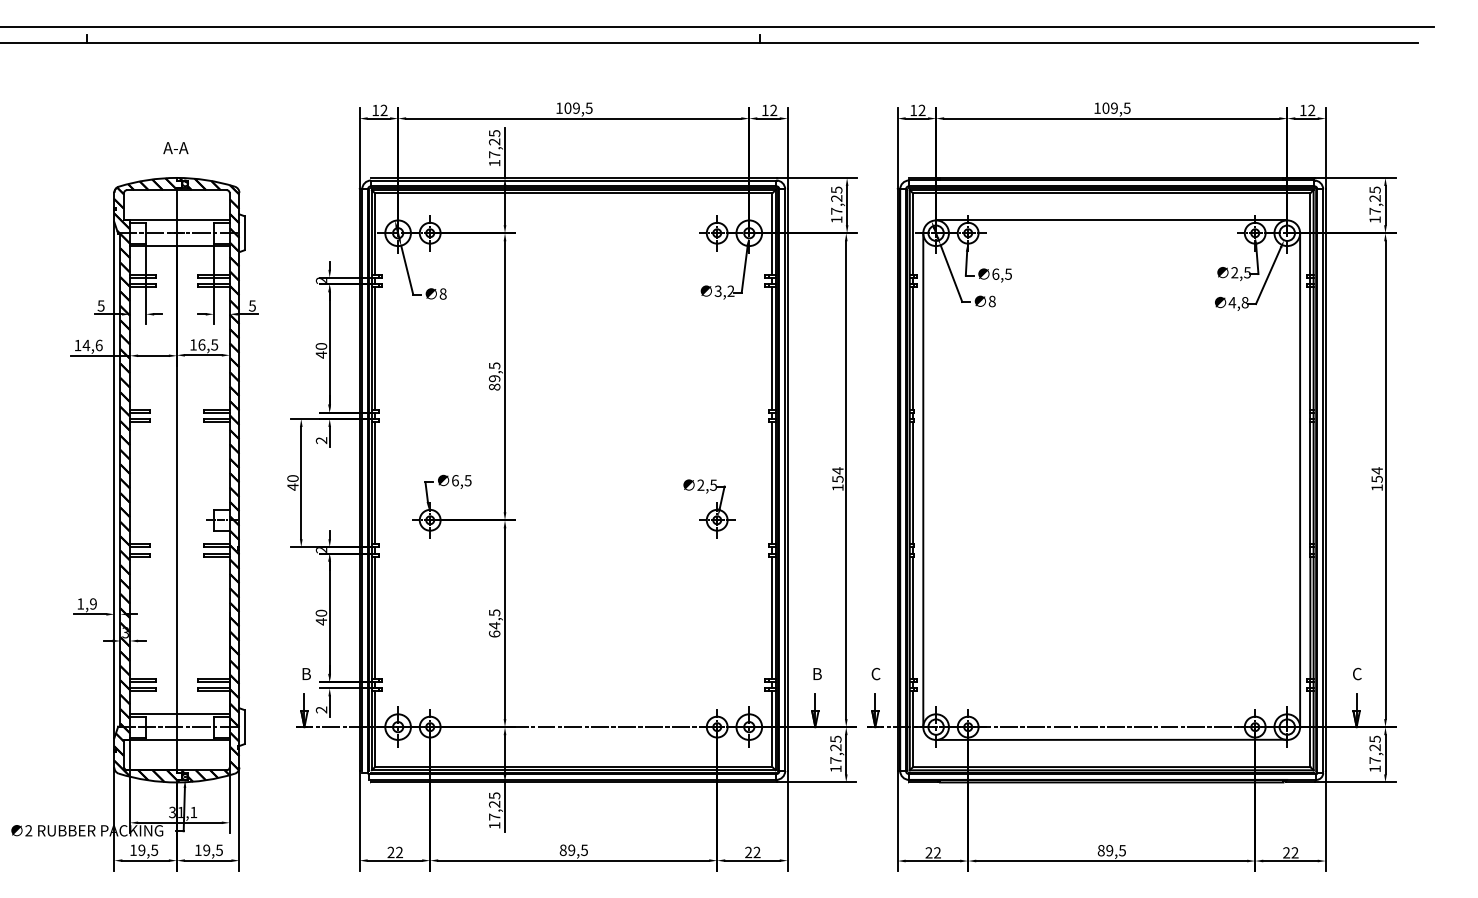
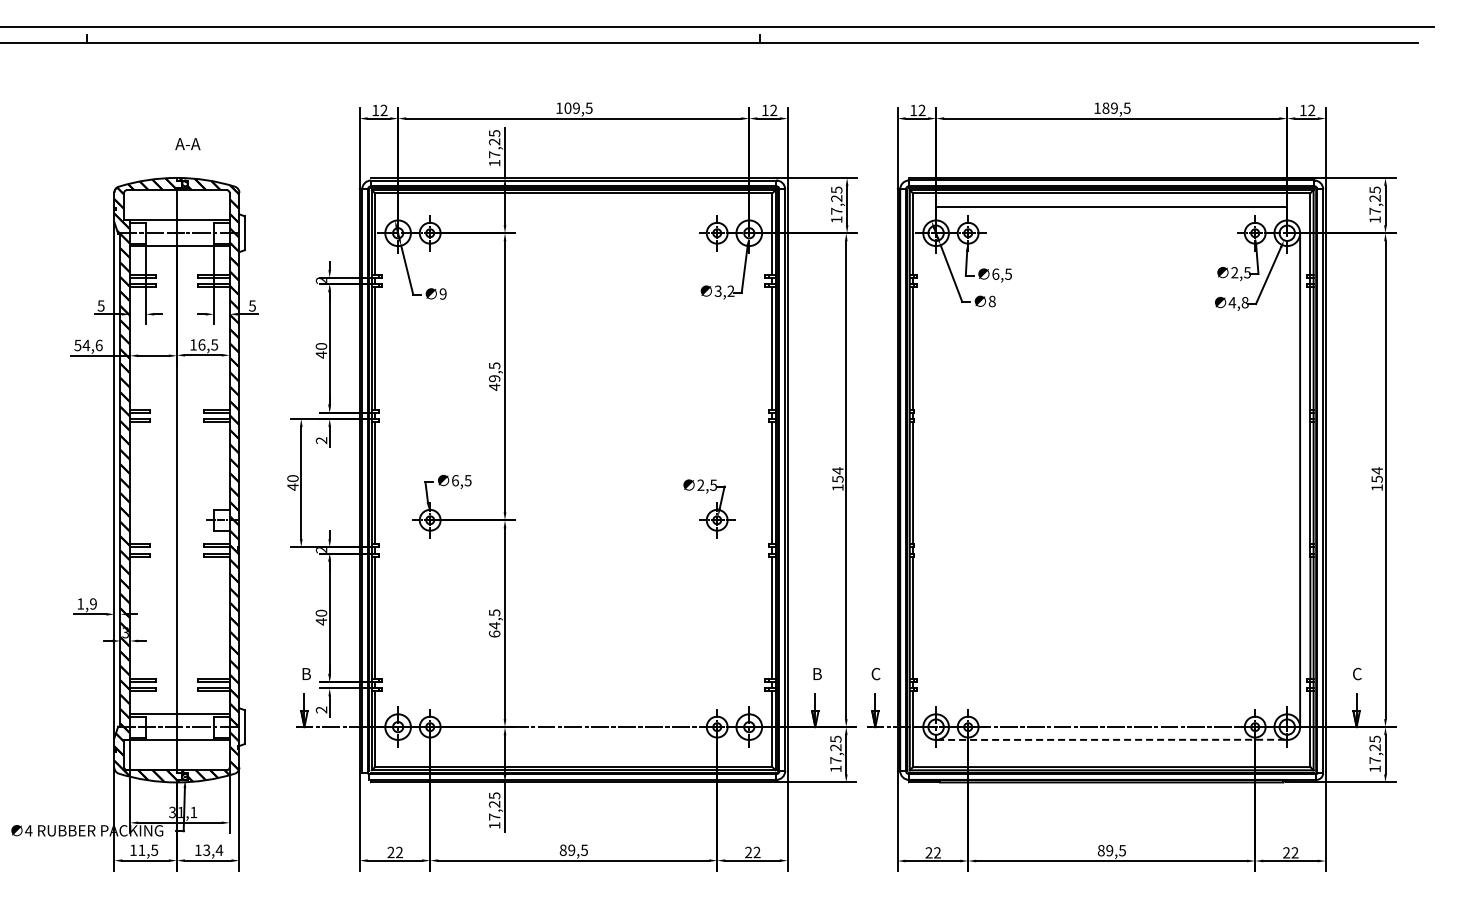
text at (1105, 108): 109,5 -> 189,5
text at (175, 148) position: (175, 148) -> (187, 144)
line at (1111, 220) position: (1111, 220) -> (1111, 207)
text at (442, 293): 8 -> 9
text at (77, 345): 14,6 -> 54,6
text at (494, 386): 89,5 -> 49,5
line at (923, 479): present -> none
line at (1110, 739): solid -> dashed
text at (28, 830): 2 -> 4
text at (141, 850): 19,5 -> 11,5
text at (213, 850): 19,5 -> 13,4
